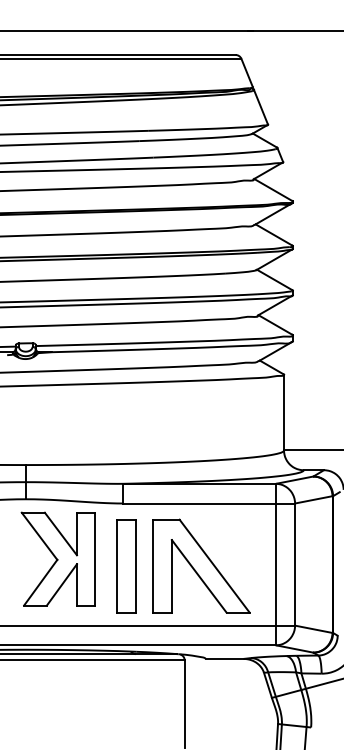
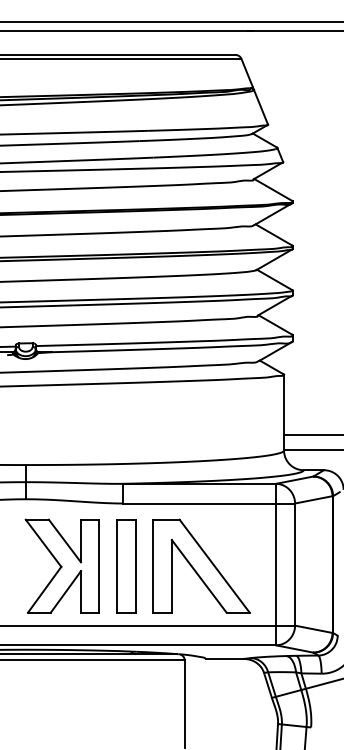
line at (171, 22): none -> present
line at (312, 435): none -> present
part at (57, 558) position: (57, 558) -> (61, 565)
